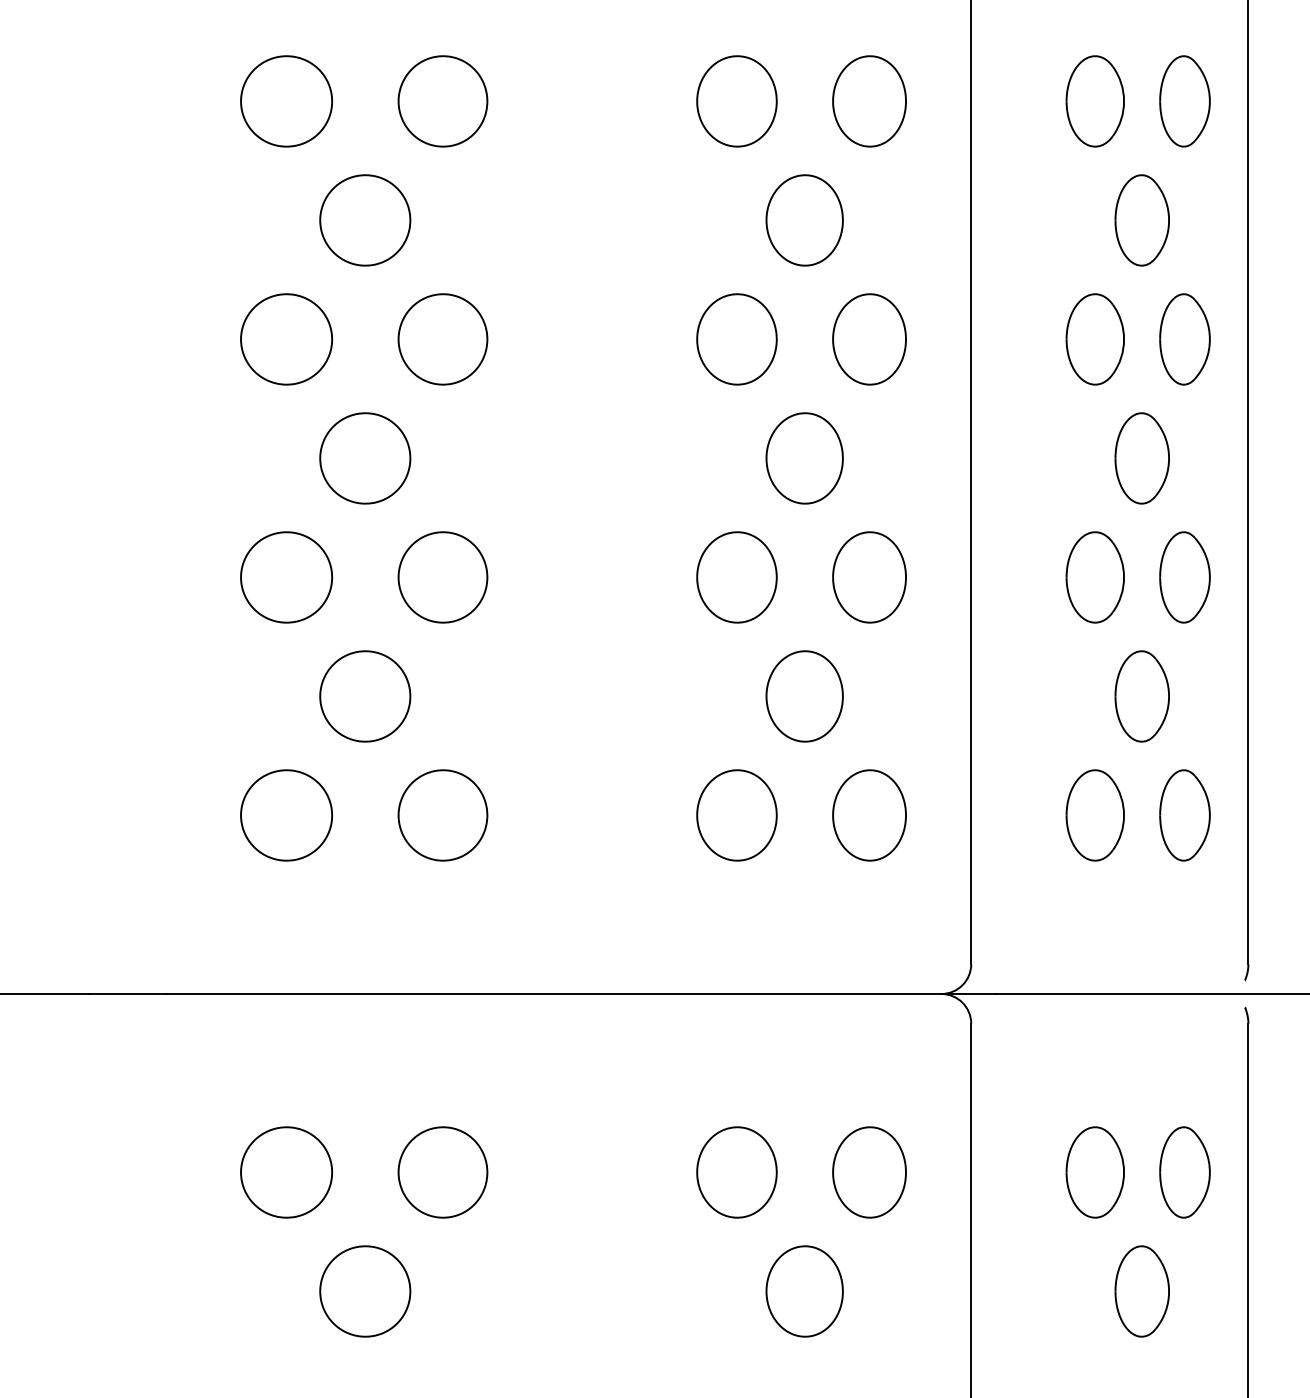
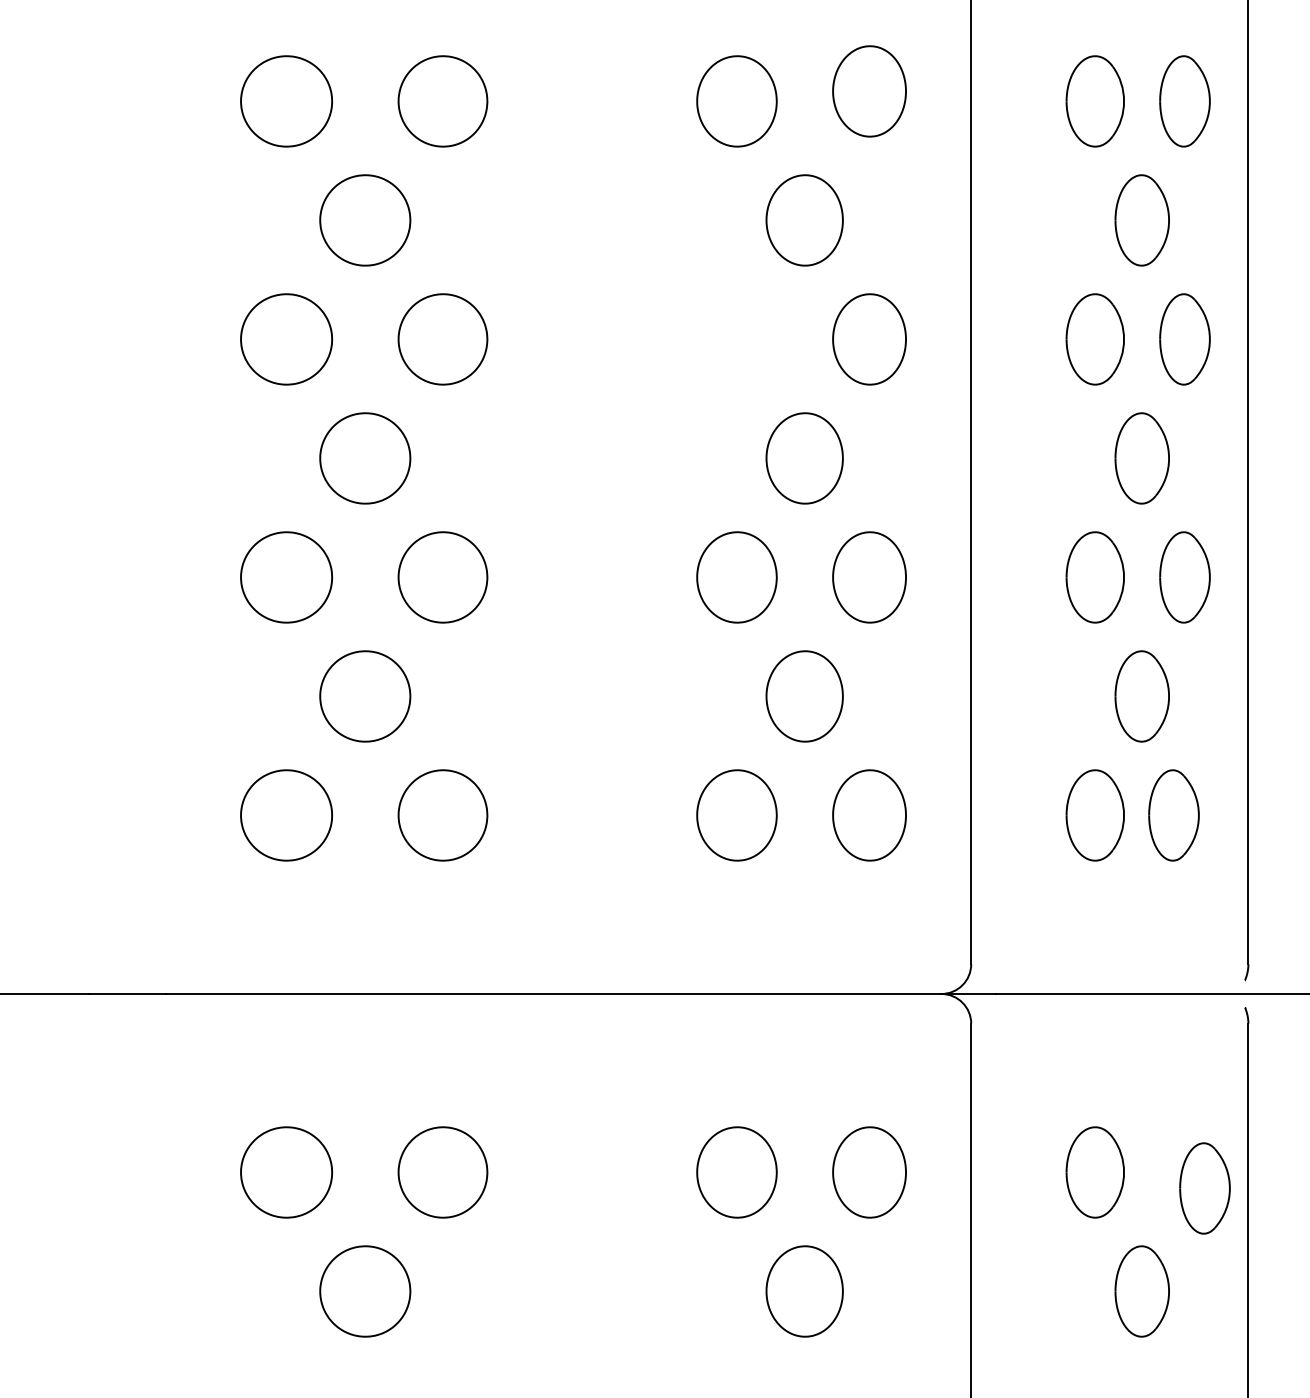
part at (869, 101) position: (869, 101) -> (869, 91)
part at (736, 339): present -> none
part at (1184, 815) position: (1184, 815) -> (1173, 815)
part at (1184, 1172) position: (1184, 1172) -> (1204, 1188)
